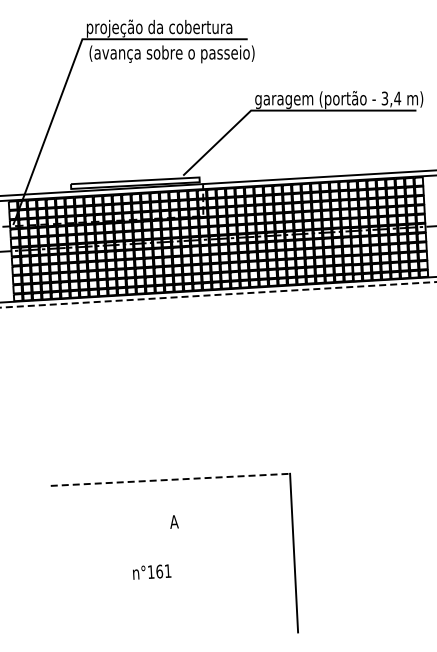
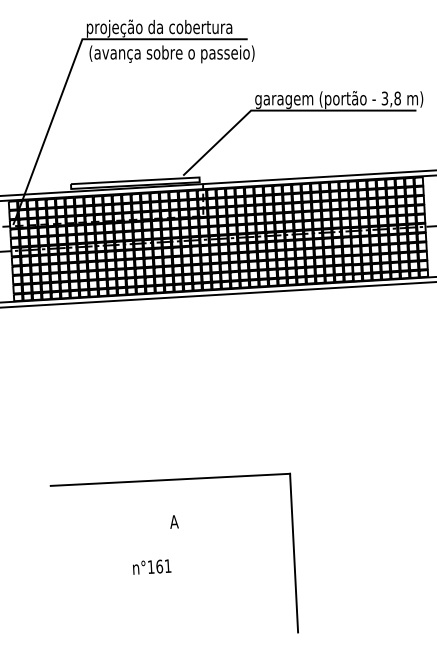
text at (397, 98): 3,4 -> 3,8
line at (219, 294): dashed -> solid
line at (170, 479): dashed -> solid
text at (152, 571) position: (152, 571) -> (152, 566)
